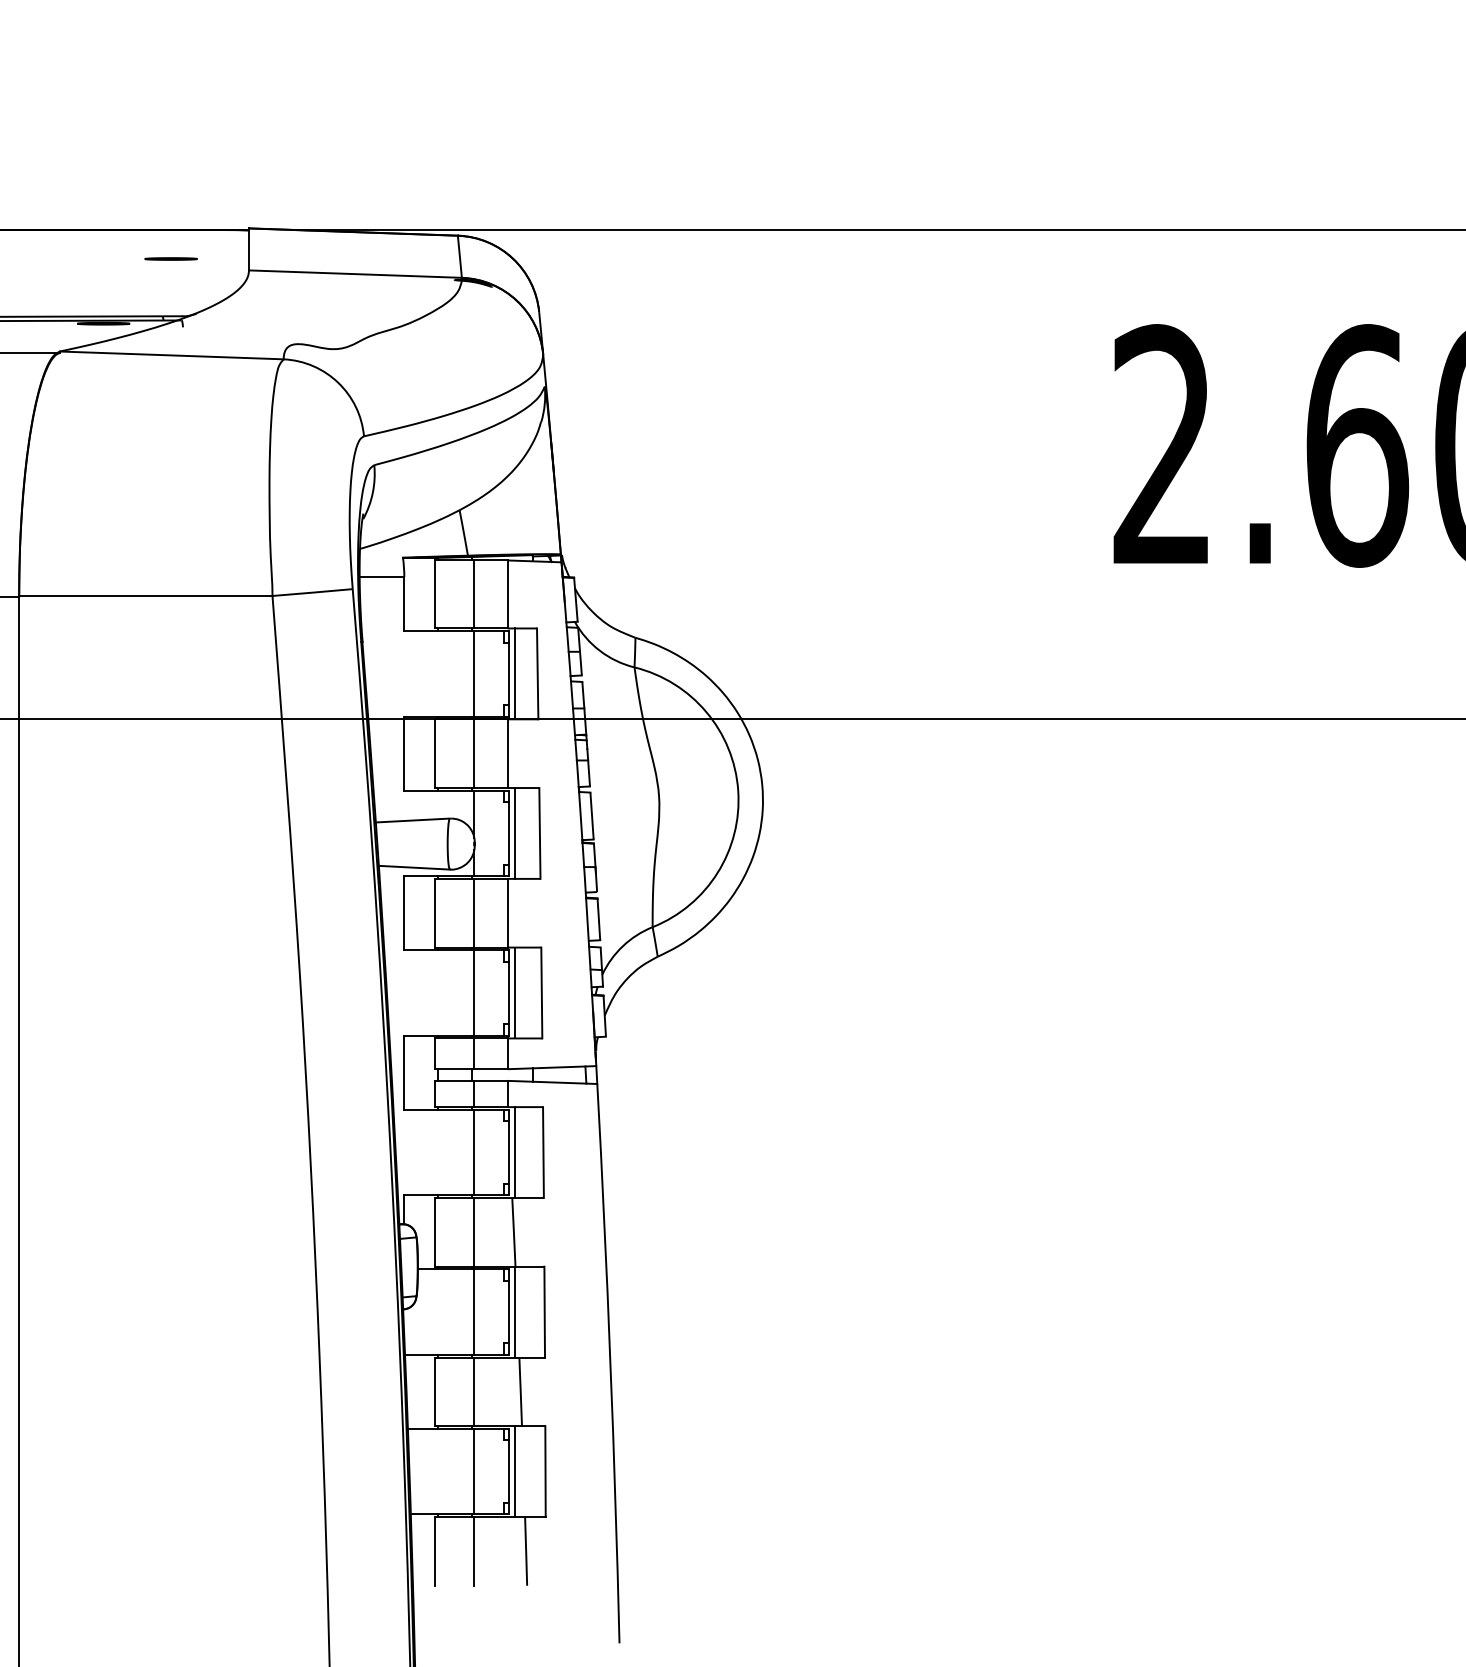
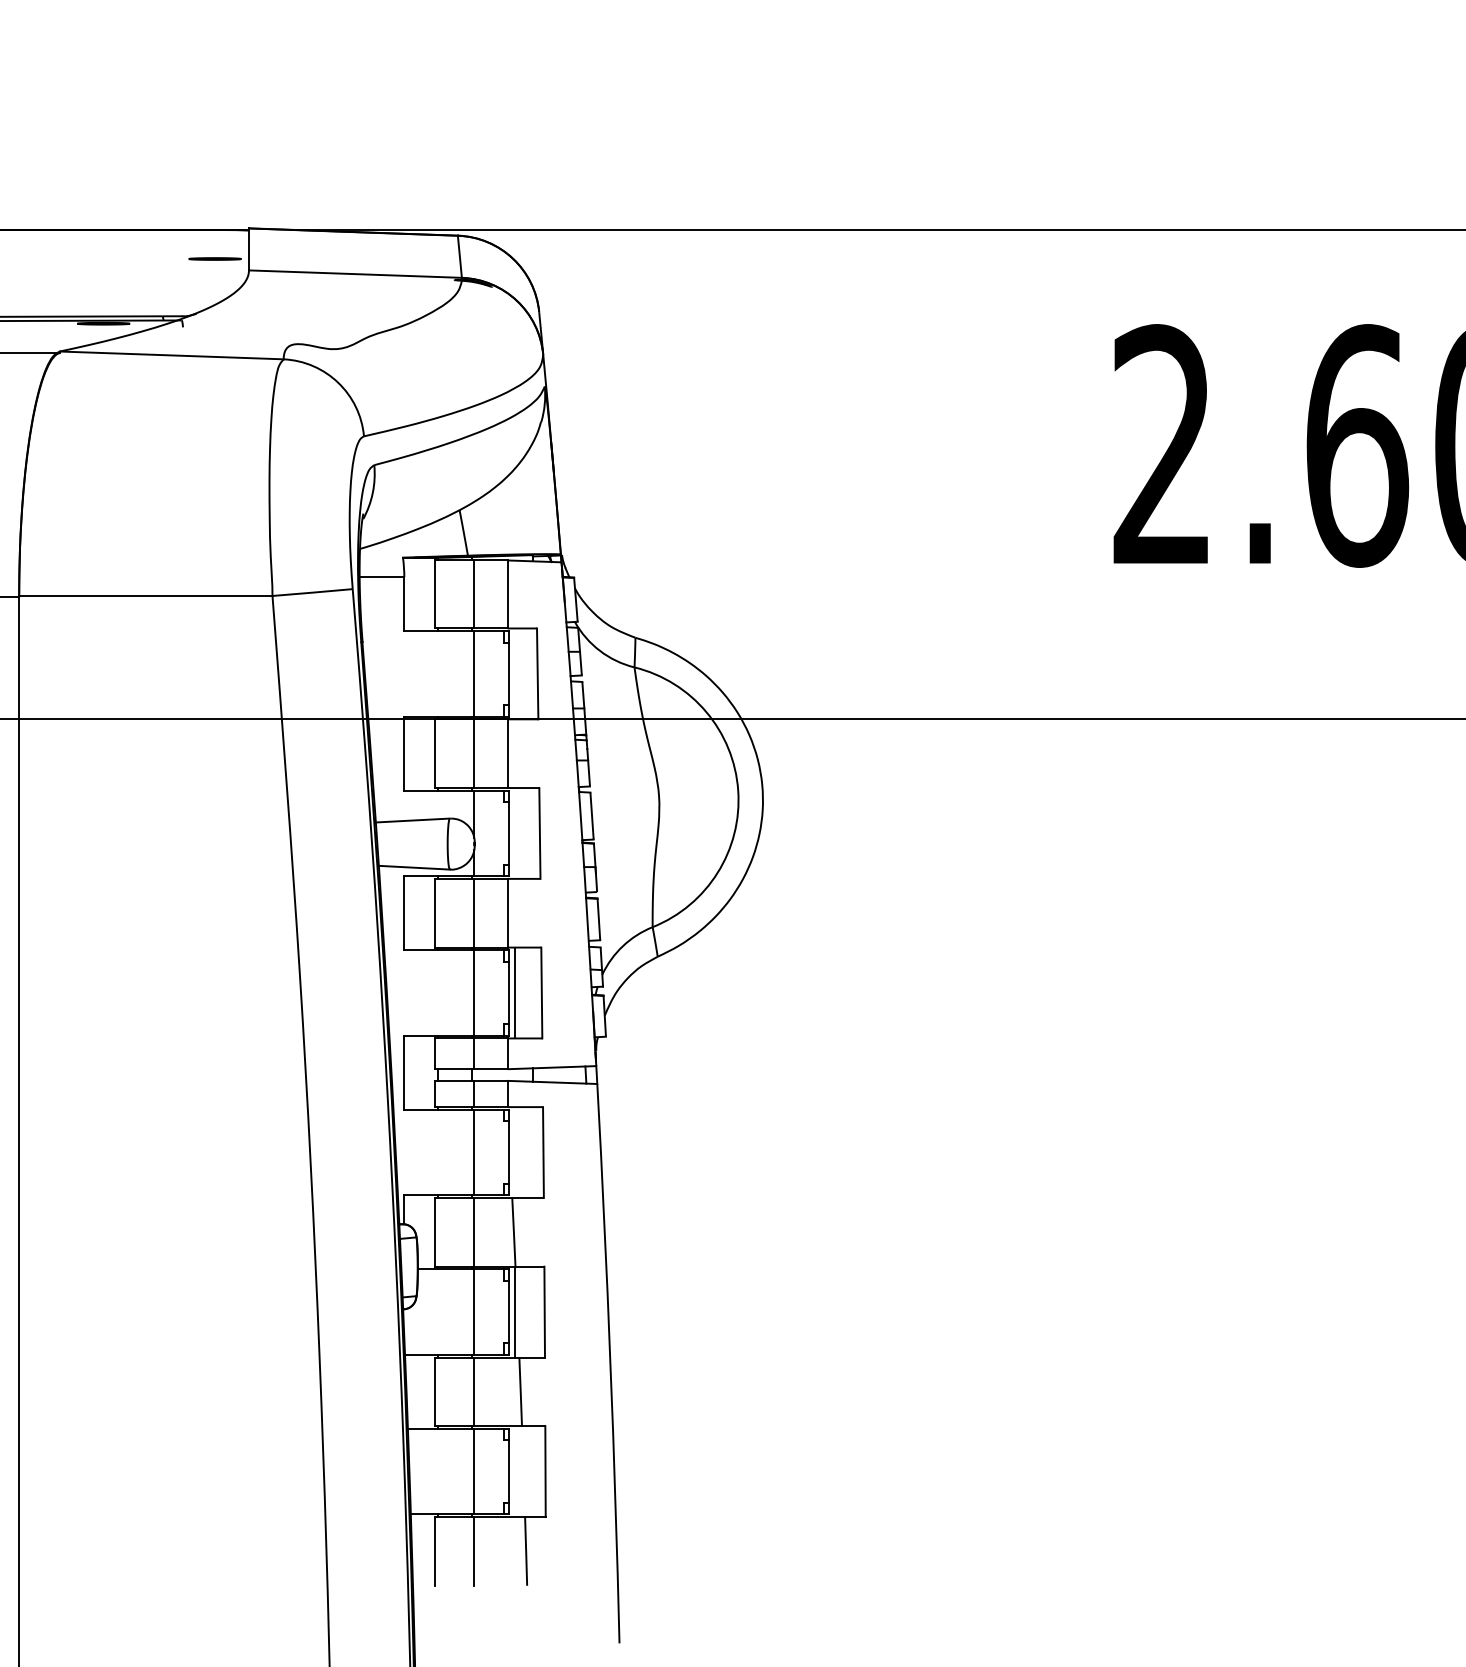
line at (170, 258) position: (170, 258) -> (214, 258)
line at (515, 673): present -> none
line at (515, 833): present -> none
line at (515, 1152): present -> none
line at (515, 1471): present -> none
